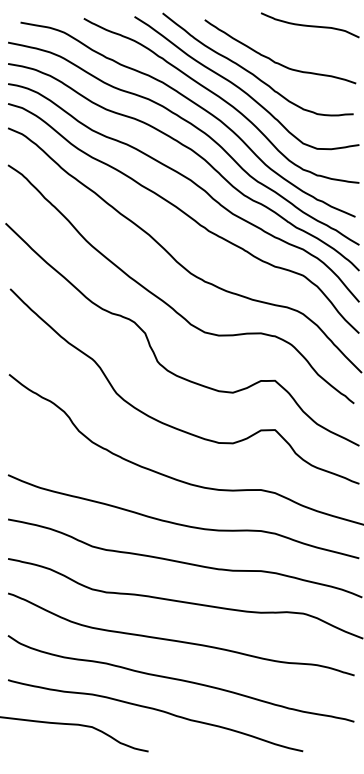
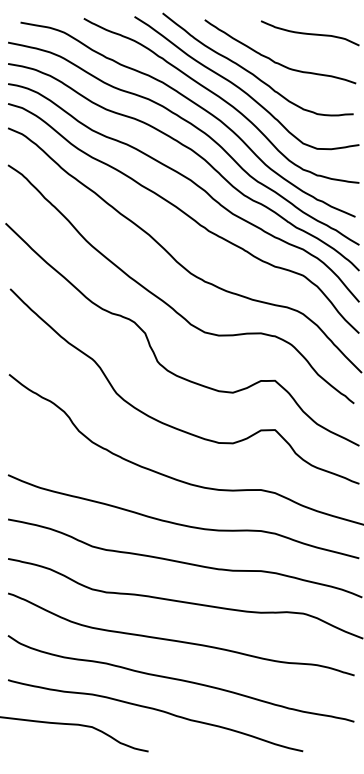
curve at (309, 25) position: (309, 25) -> (309, 33)
